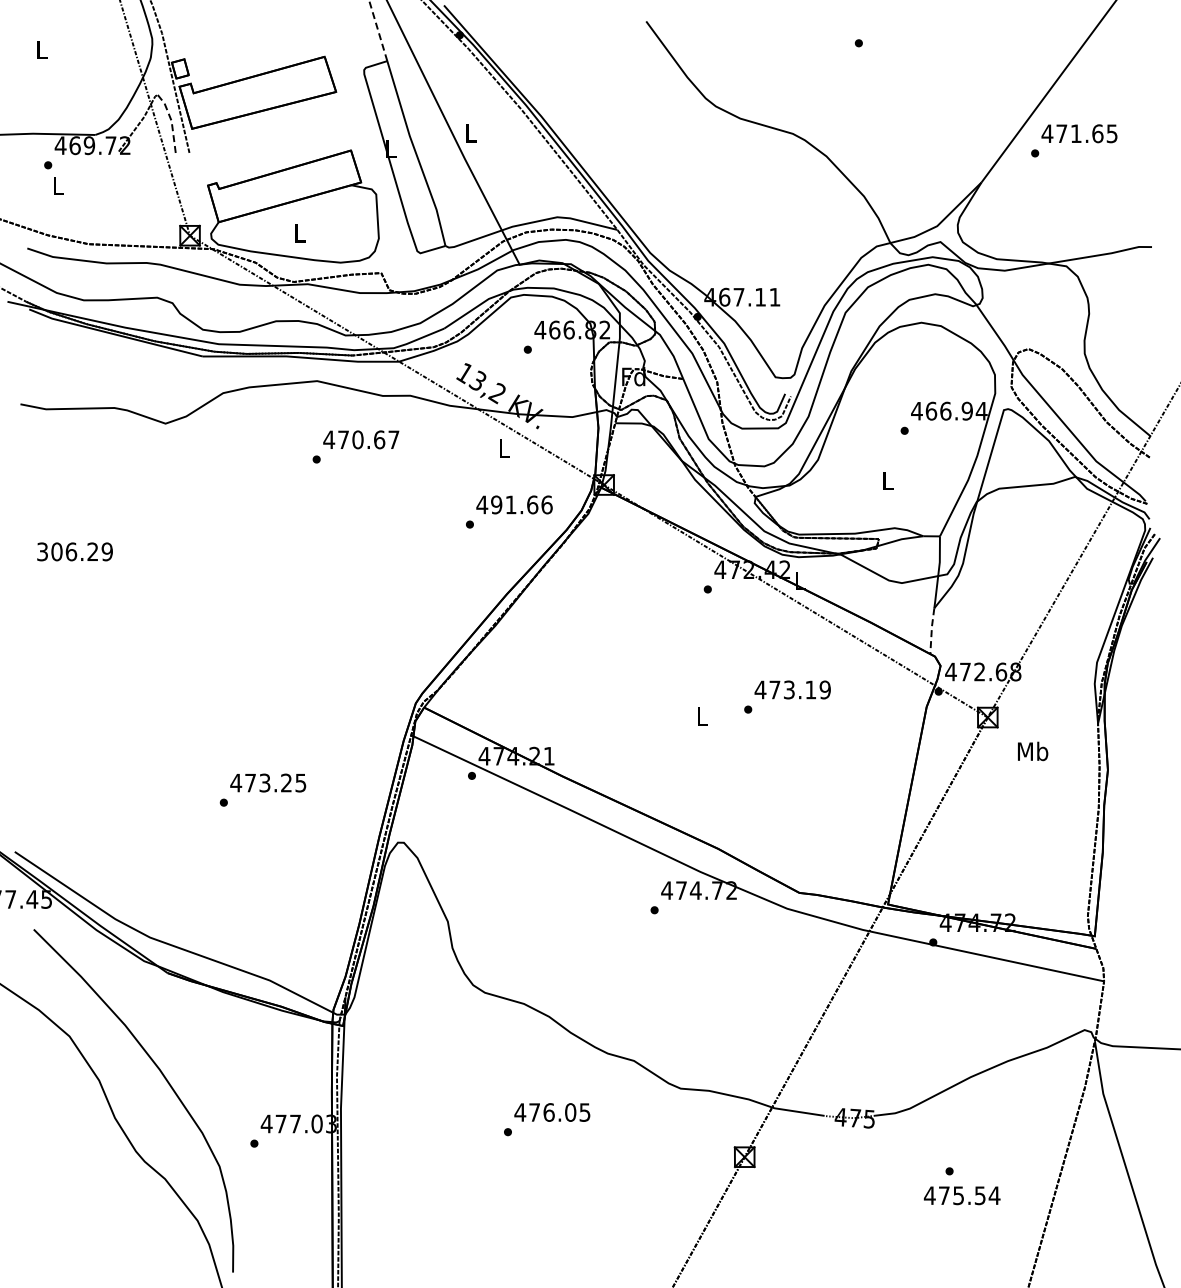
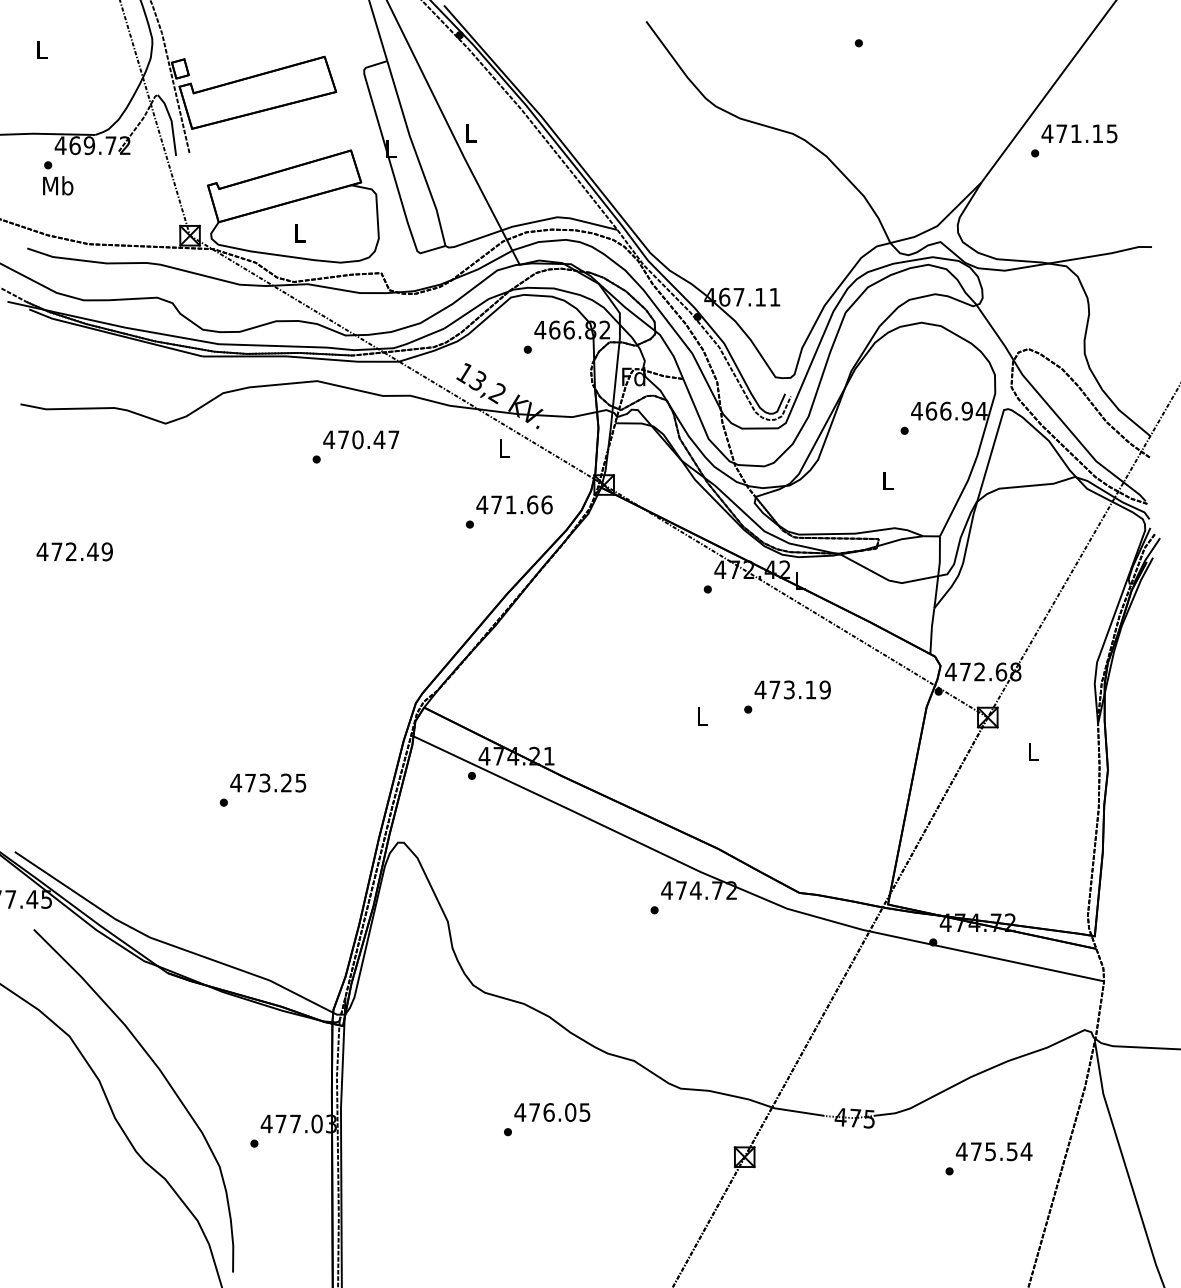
line at (378, 30): dashed -> solid
line at (171, 122): dashed -> solid
text at (1097, 133): 471.65 -> 471.15
text at (58, 185): L -> Mb
text at (379, 439): 470.67 -> 470.47
text at (496, 504): 491.66 -> 471.66
text at (67, 551): 306.29 -> 472.49
line at (931, 630): dashed -> solid
text at (1033, 751): Mb -> L
text at (962, 1195) position: (962, 1195) -> (994, 1151)
